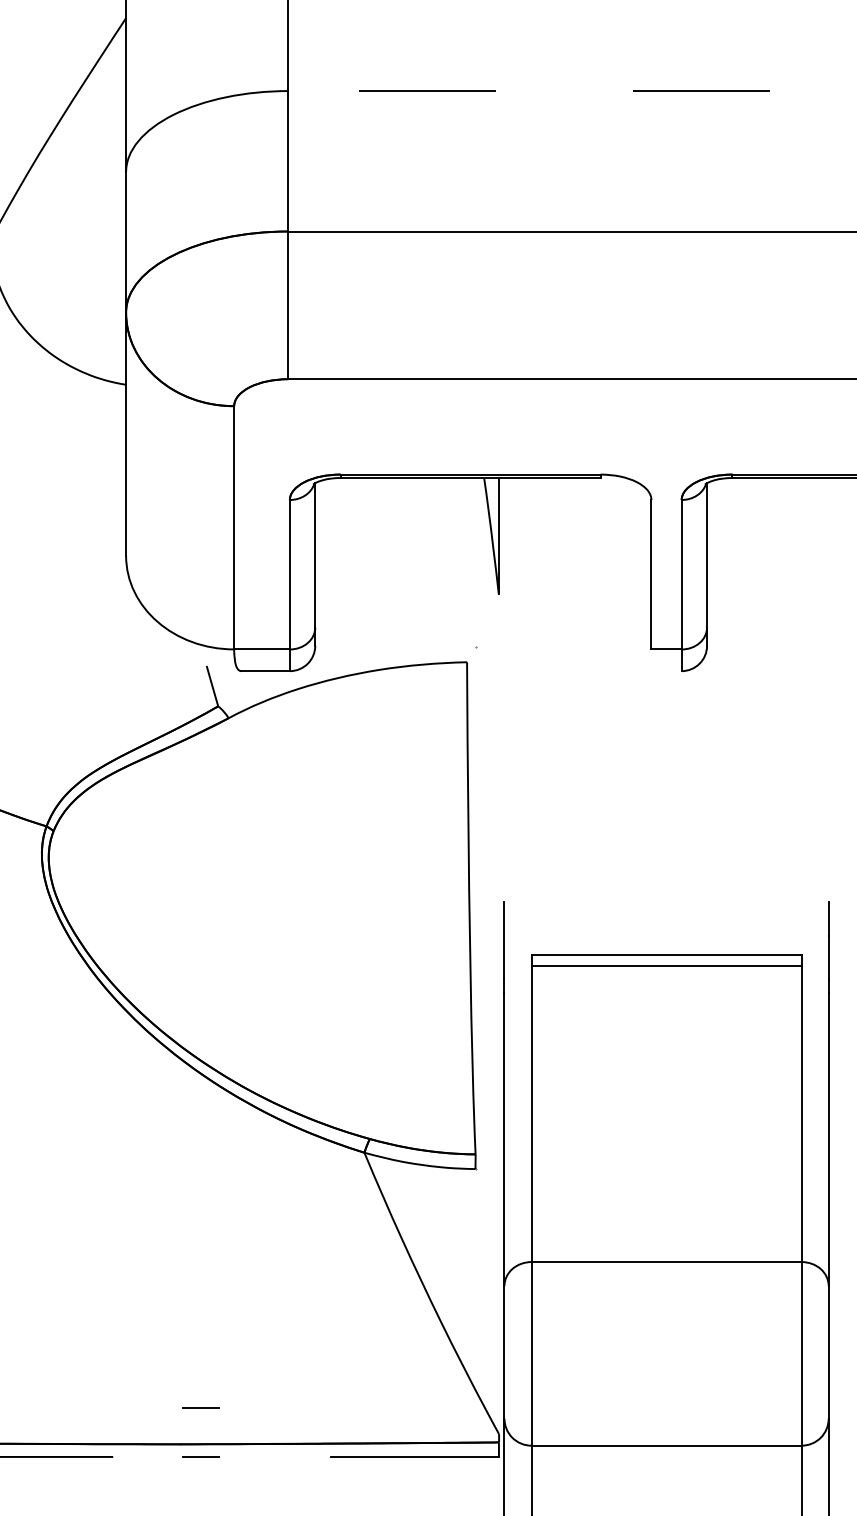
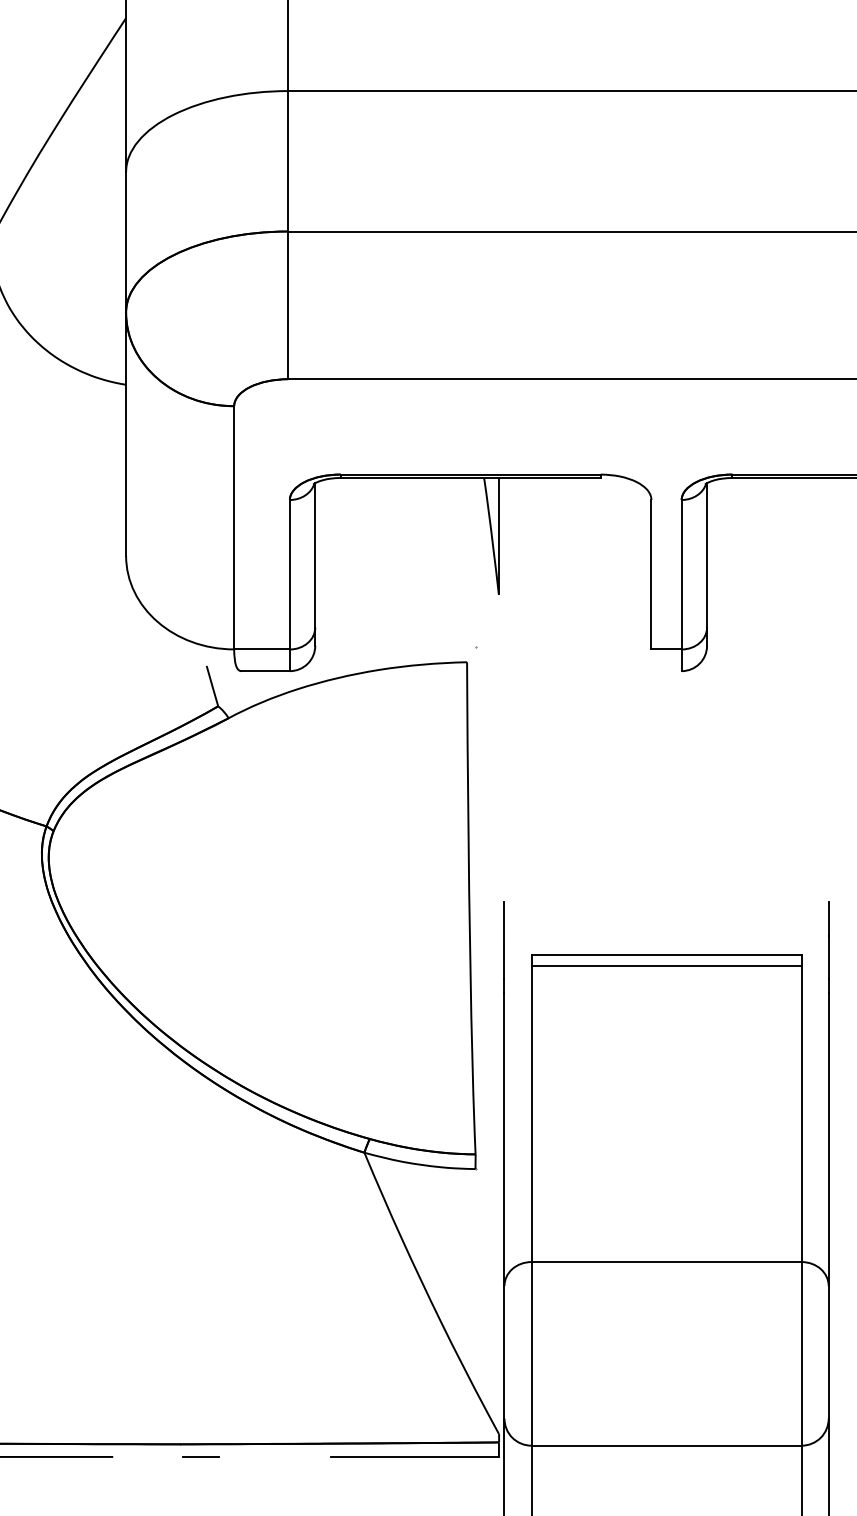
line at (572, 91): dashed -> solid
line at (200, 1407): present -> none
